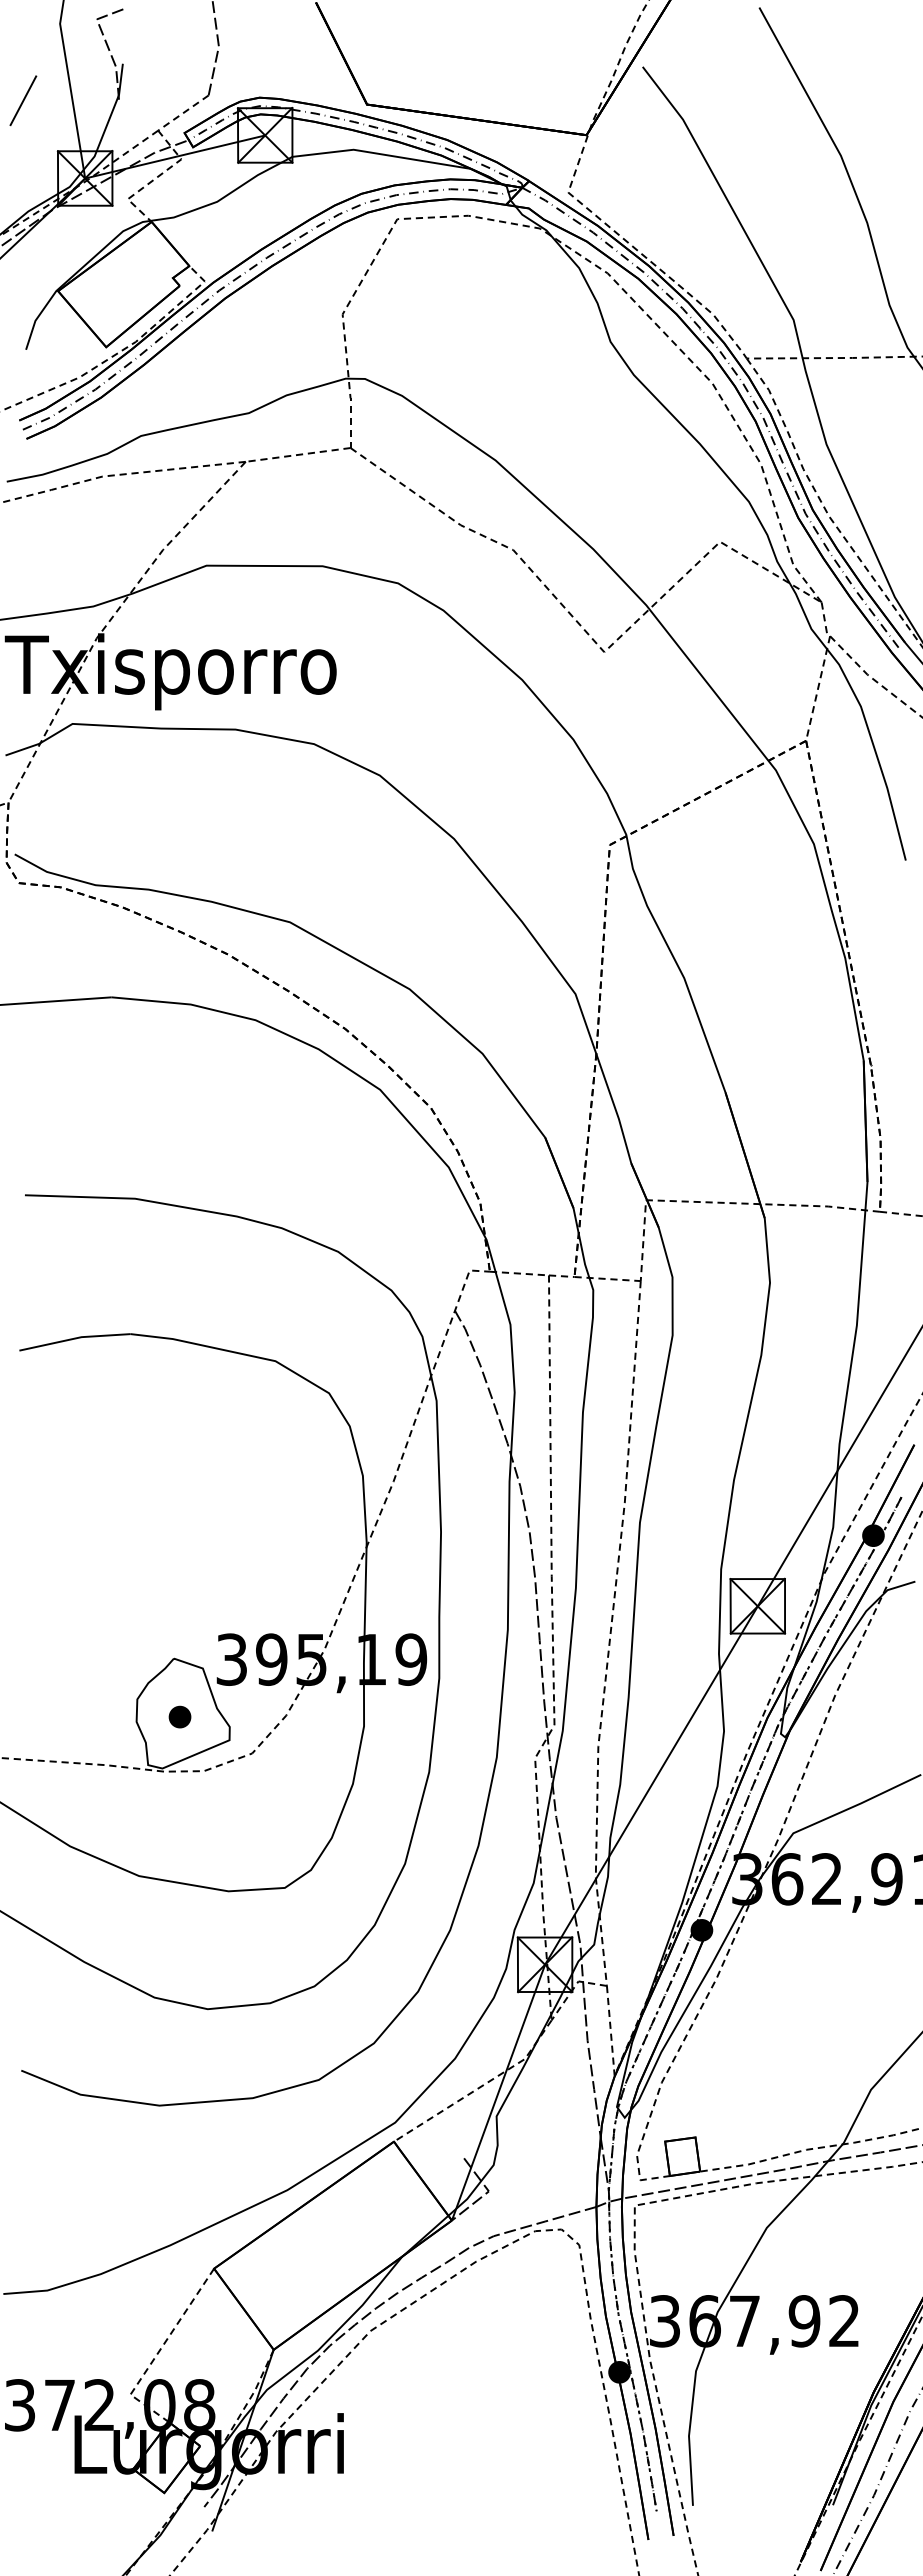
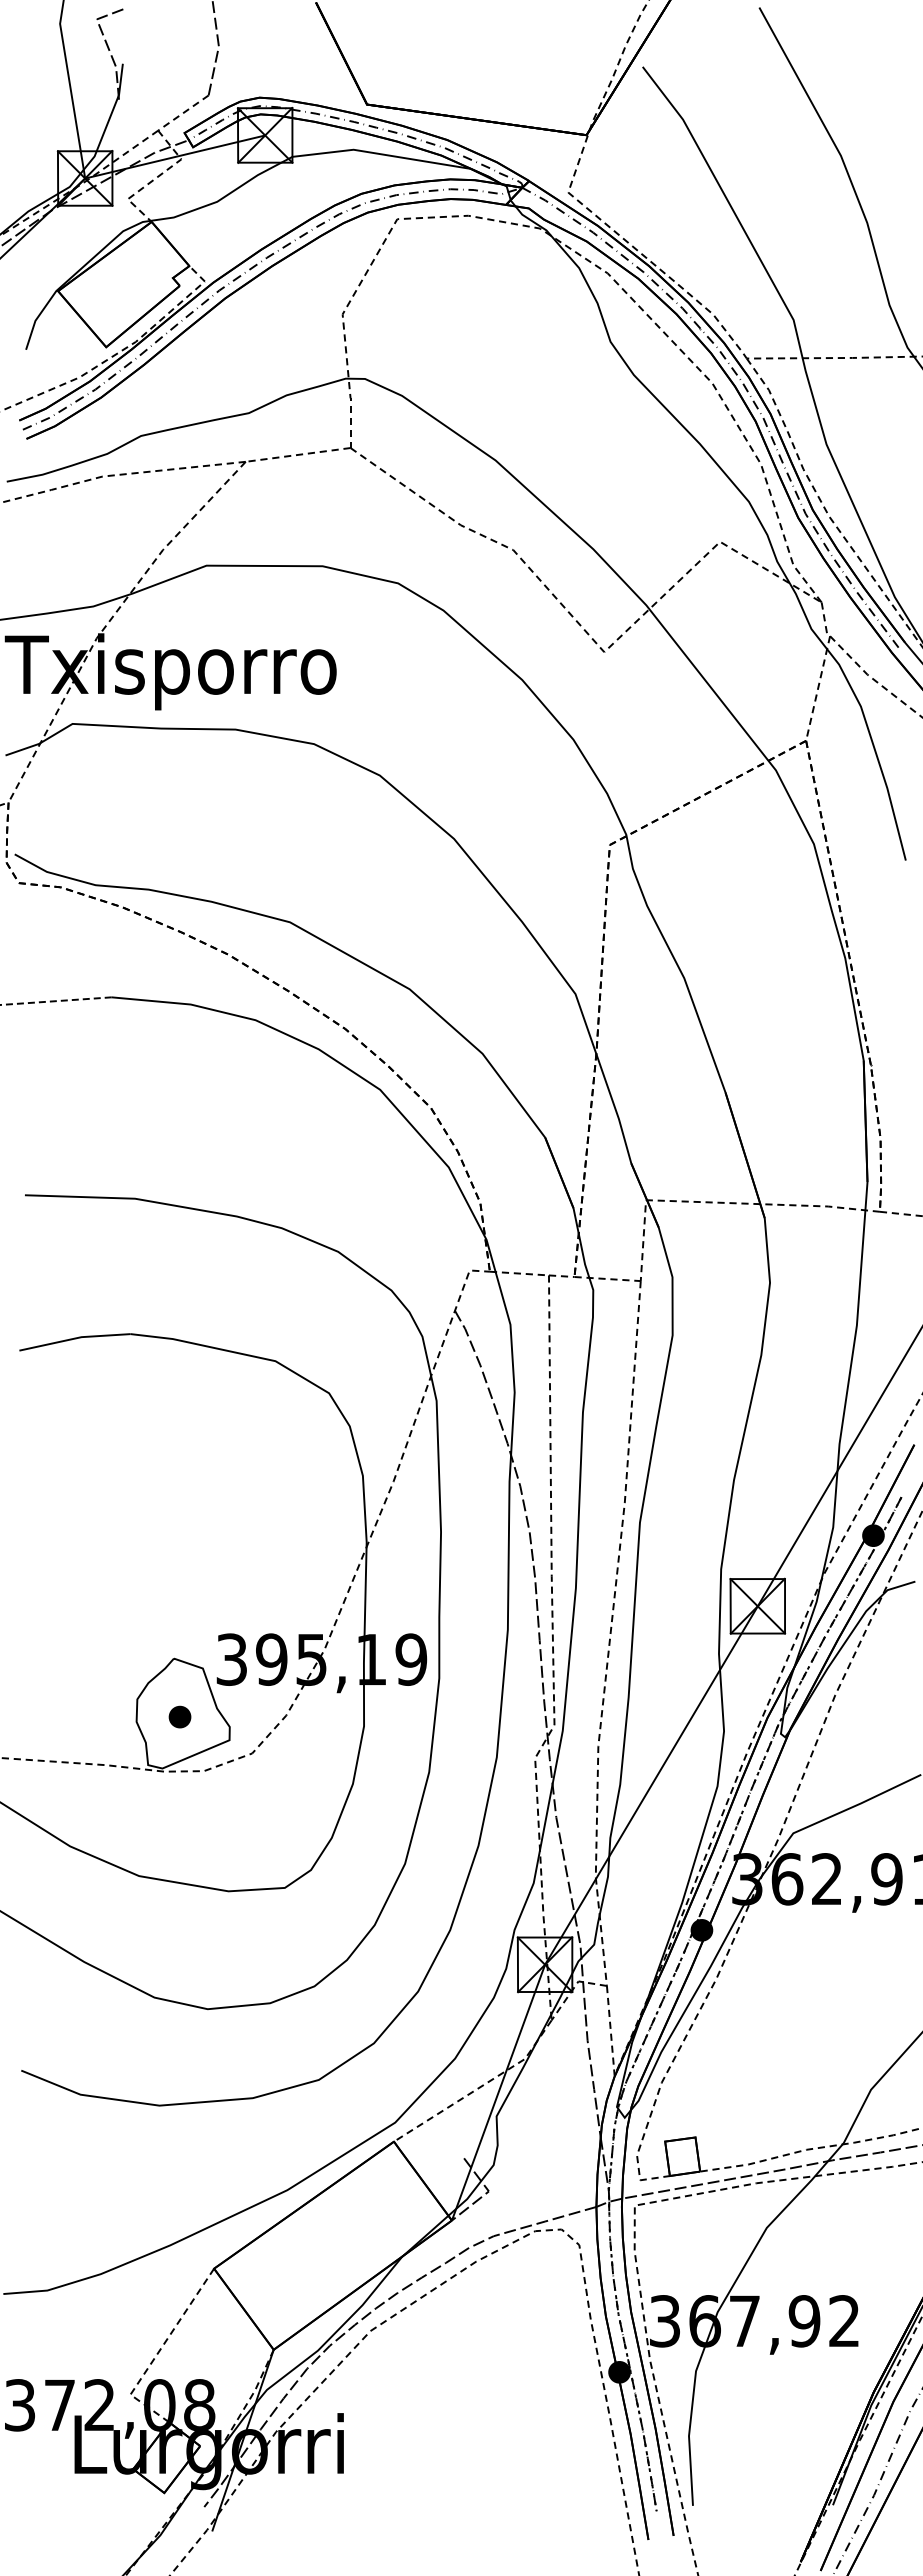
line at (23, 100): present -> none
line at (56, 1001): solid -> dashed
